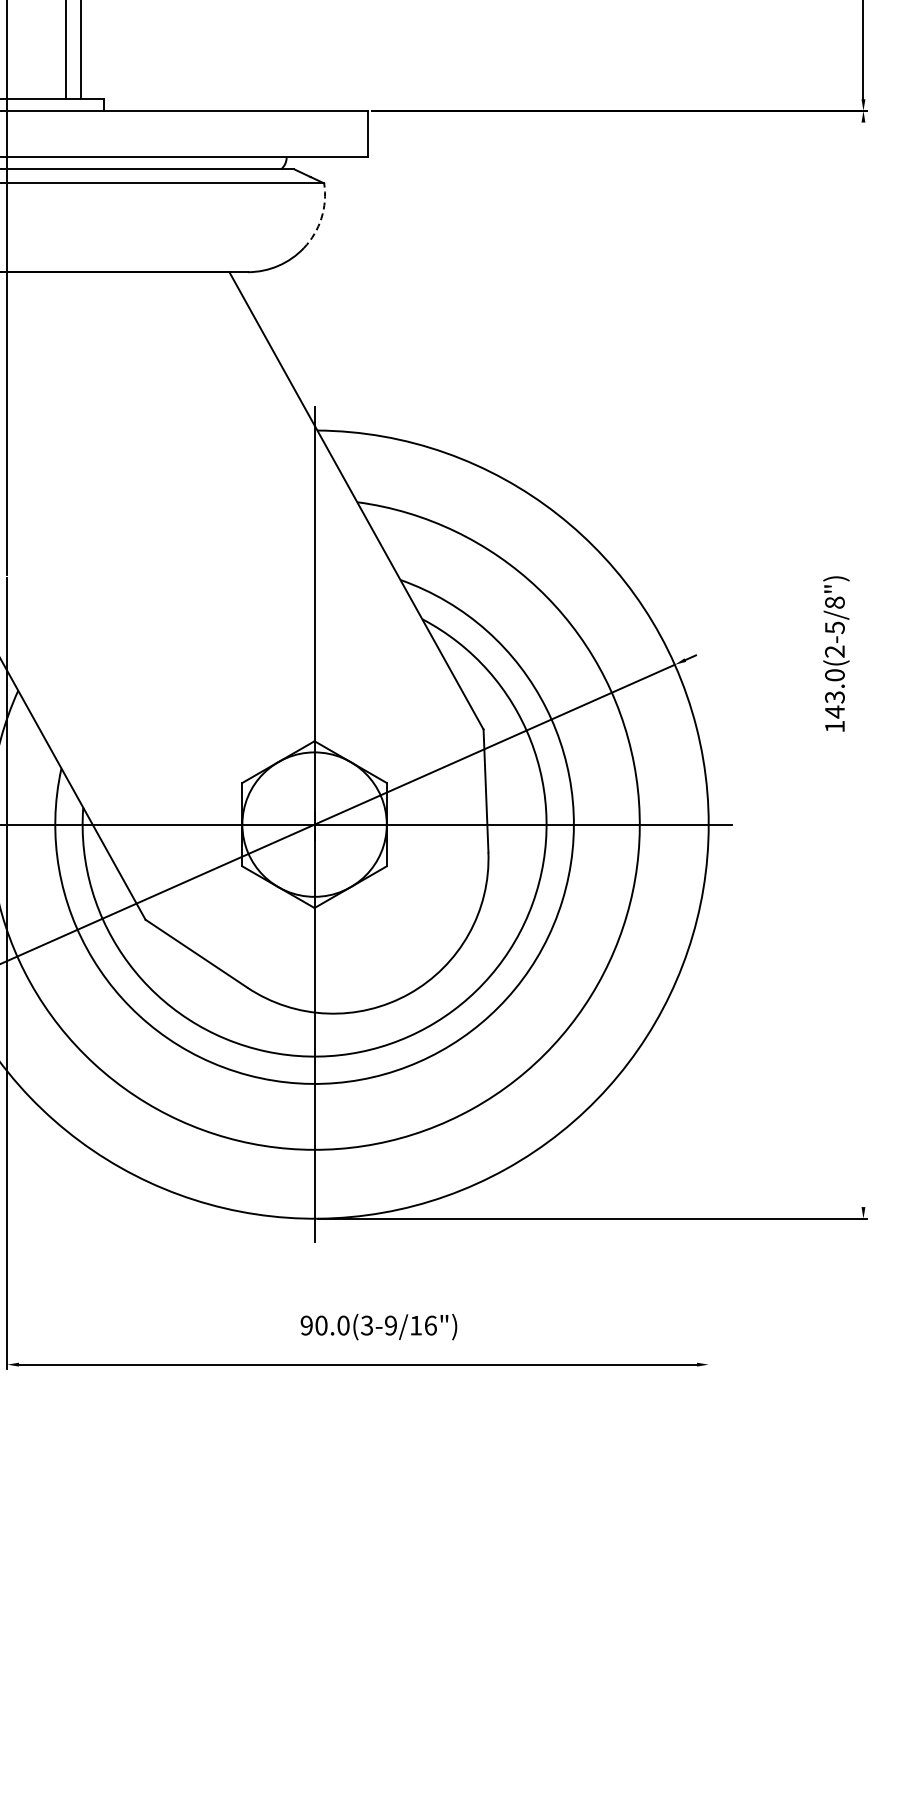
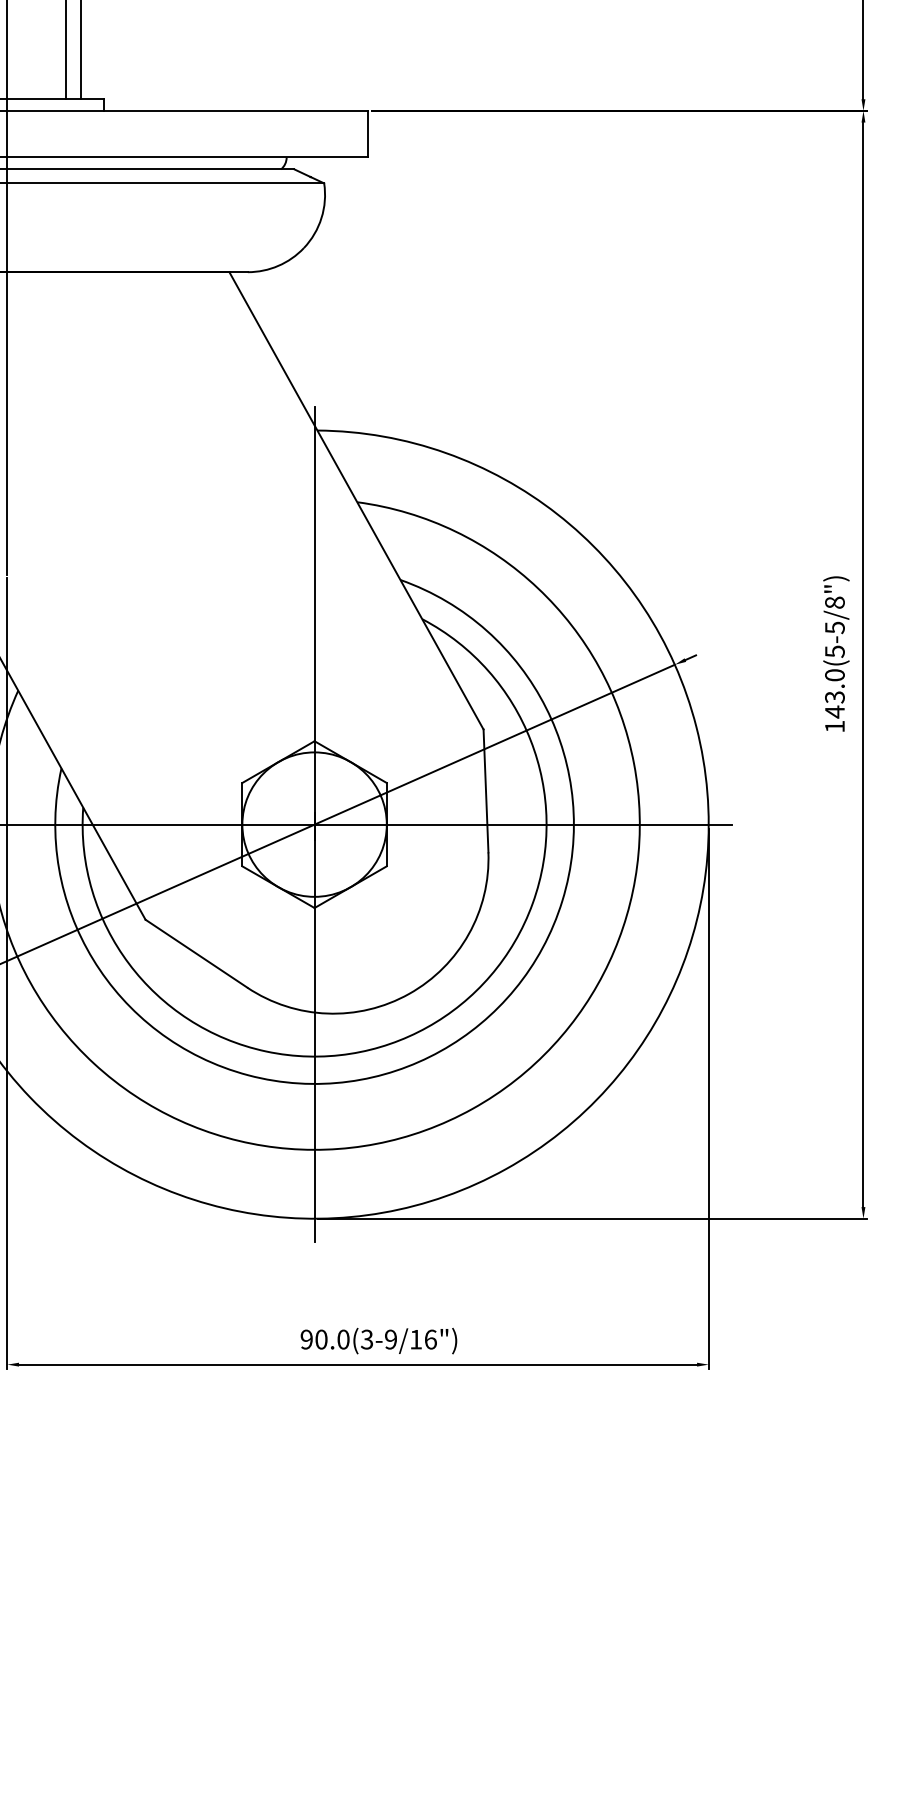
arc at (321, 218): dashed -> solid
text at (834, 651): 143.0(2-5/8") -> 143.0(5-5/8")
line at (863, 664): none -> present
line at (708, 1098): none -> present
text at (378, 1326) position: (378, 1326) -> (378, 1340)
